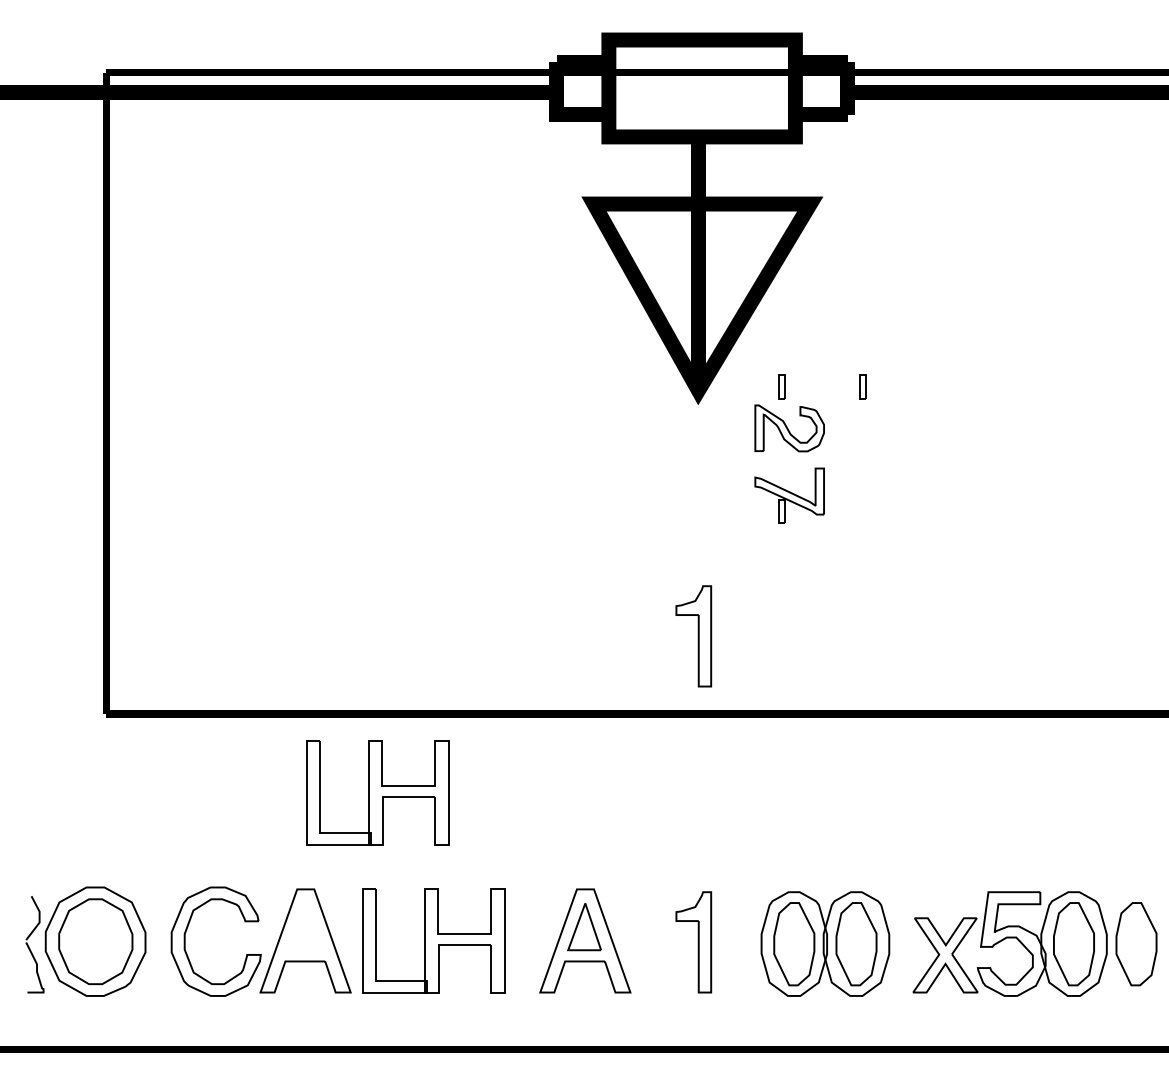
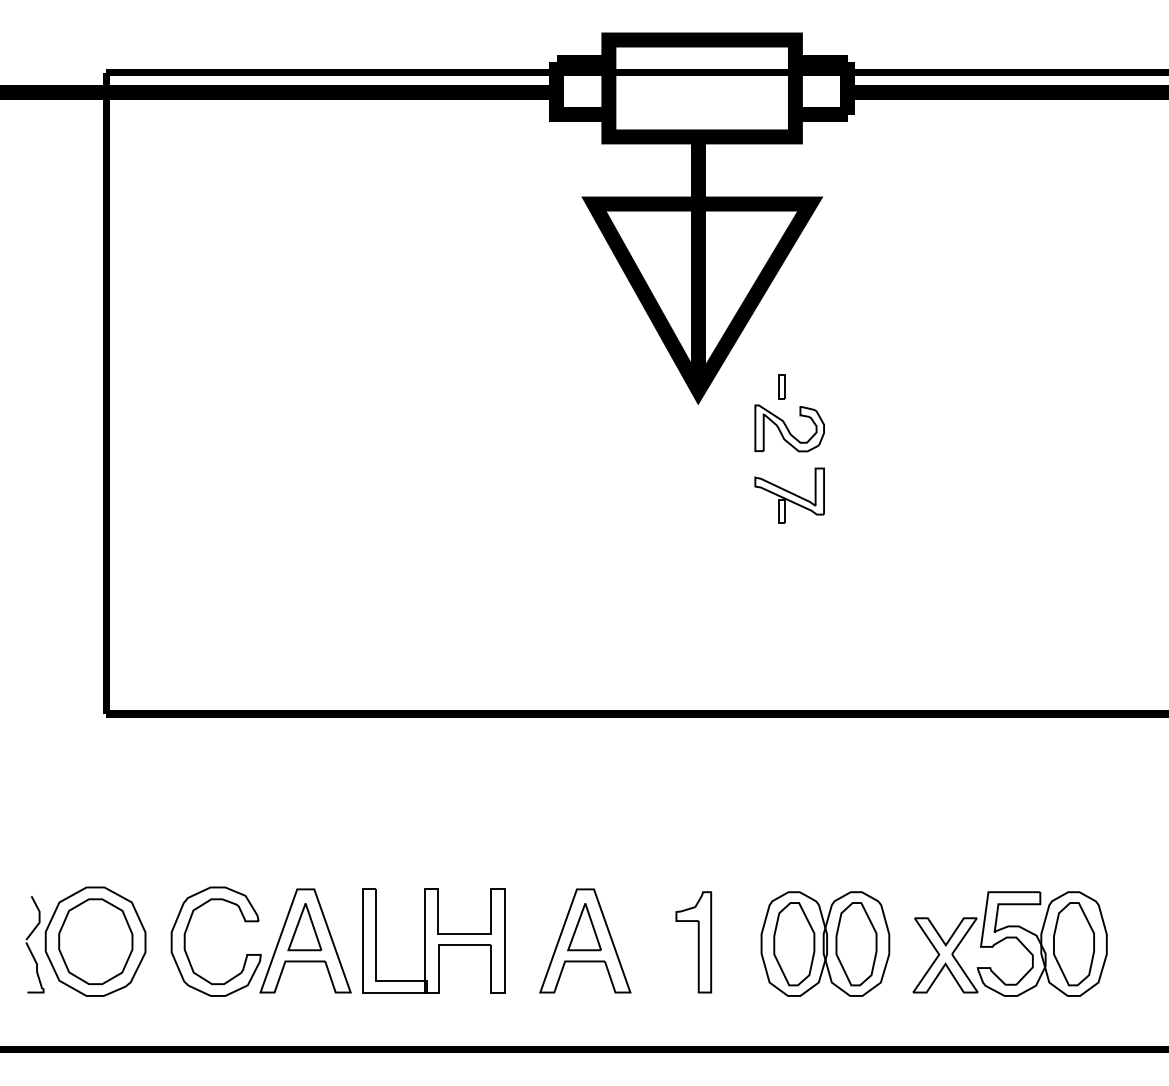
part at (862, 386): present -> none
part at (693, 636): present -> none
part at (377, 792): present -> none
part at (304, 927): none -> present
part at (1136, 944): present -> none
